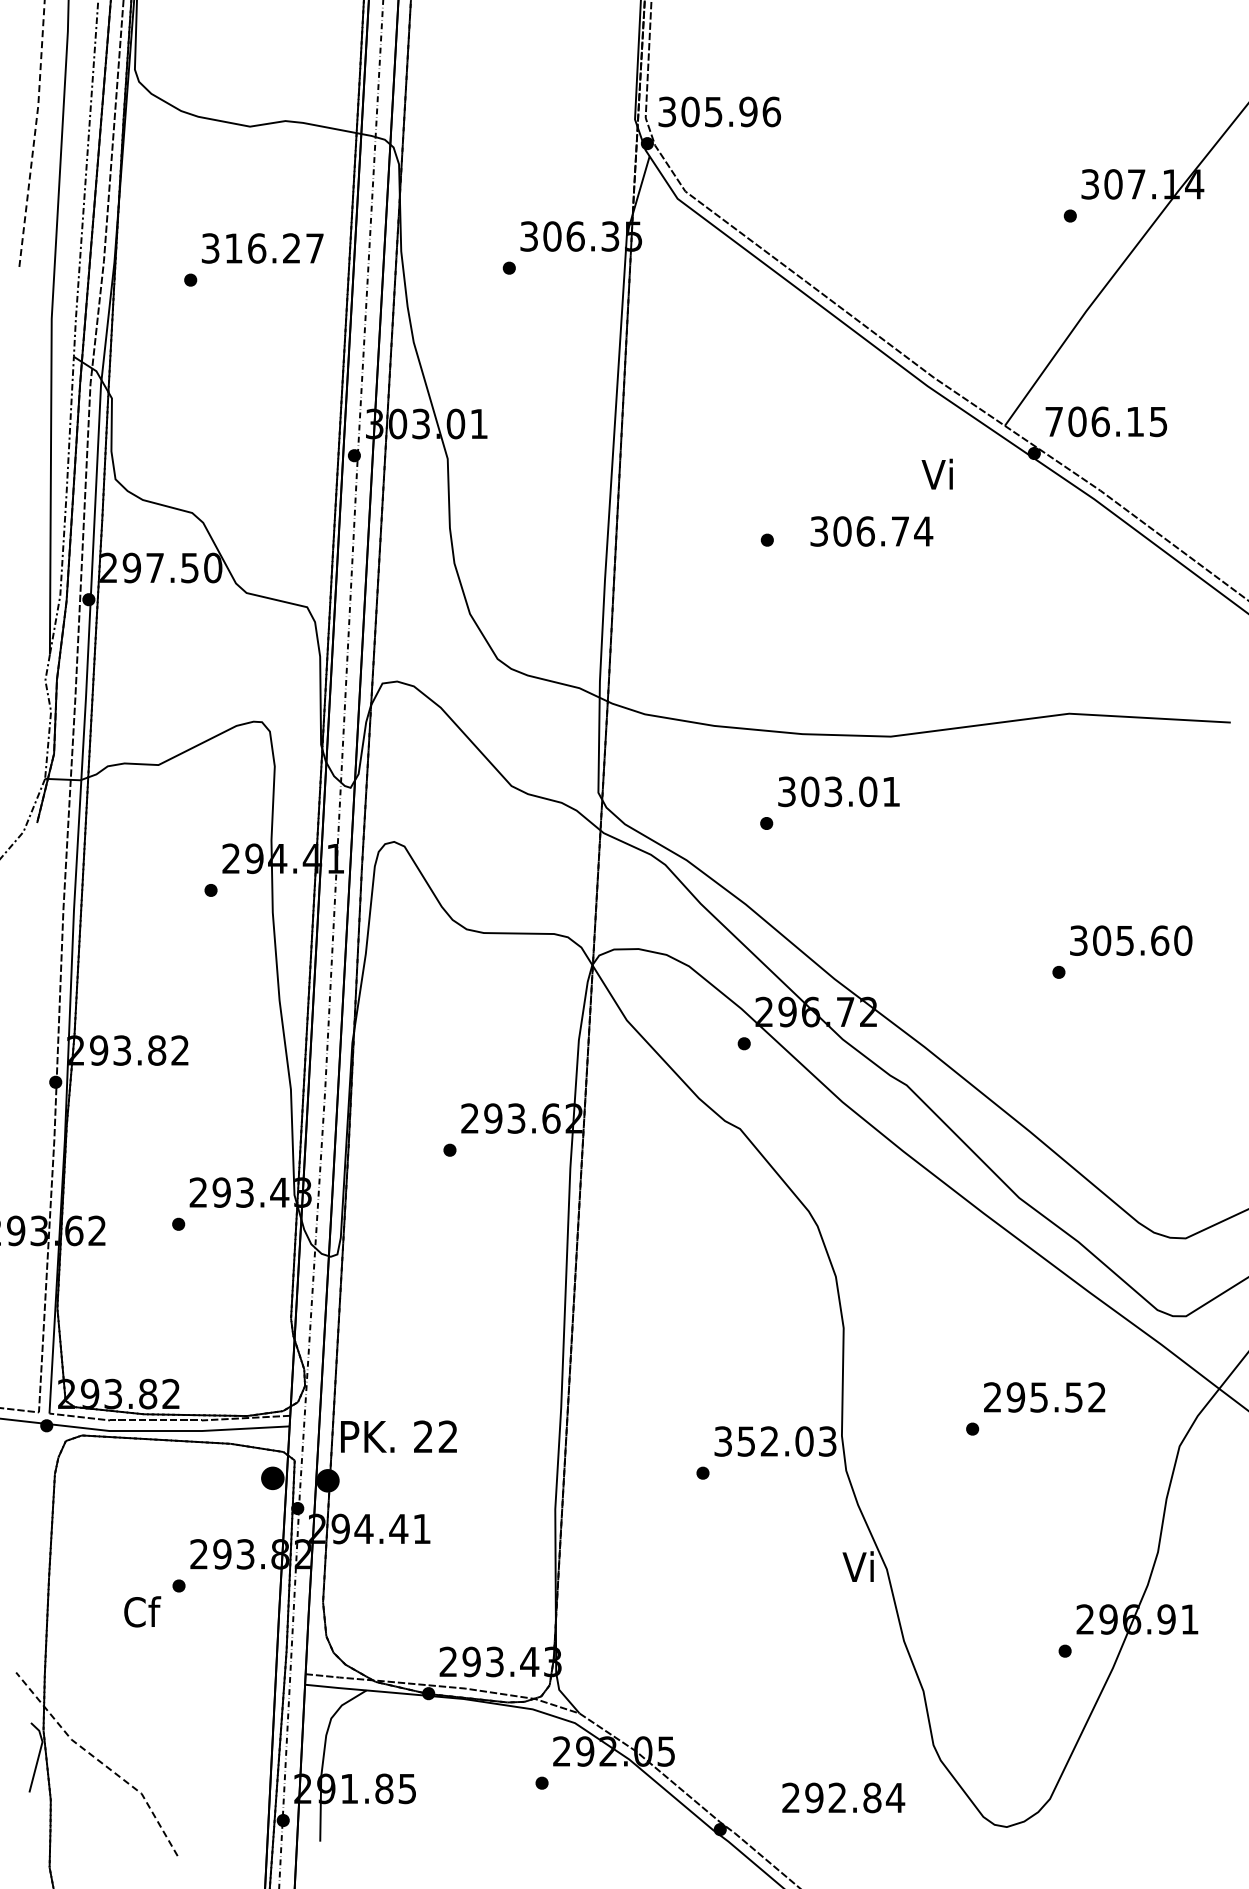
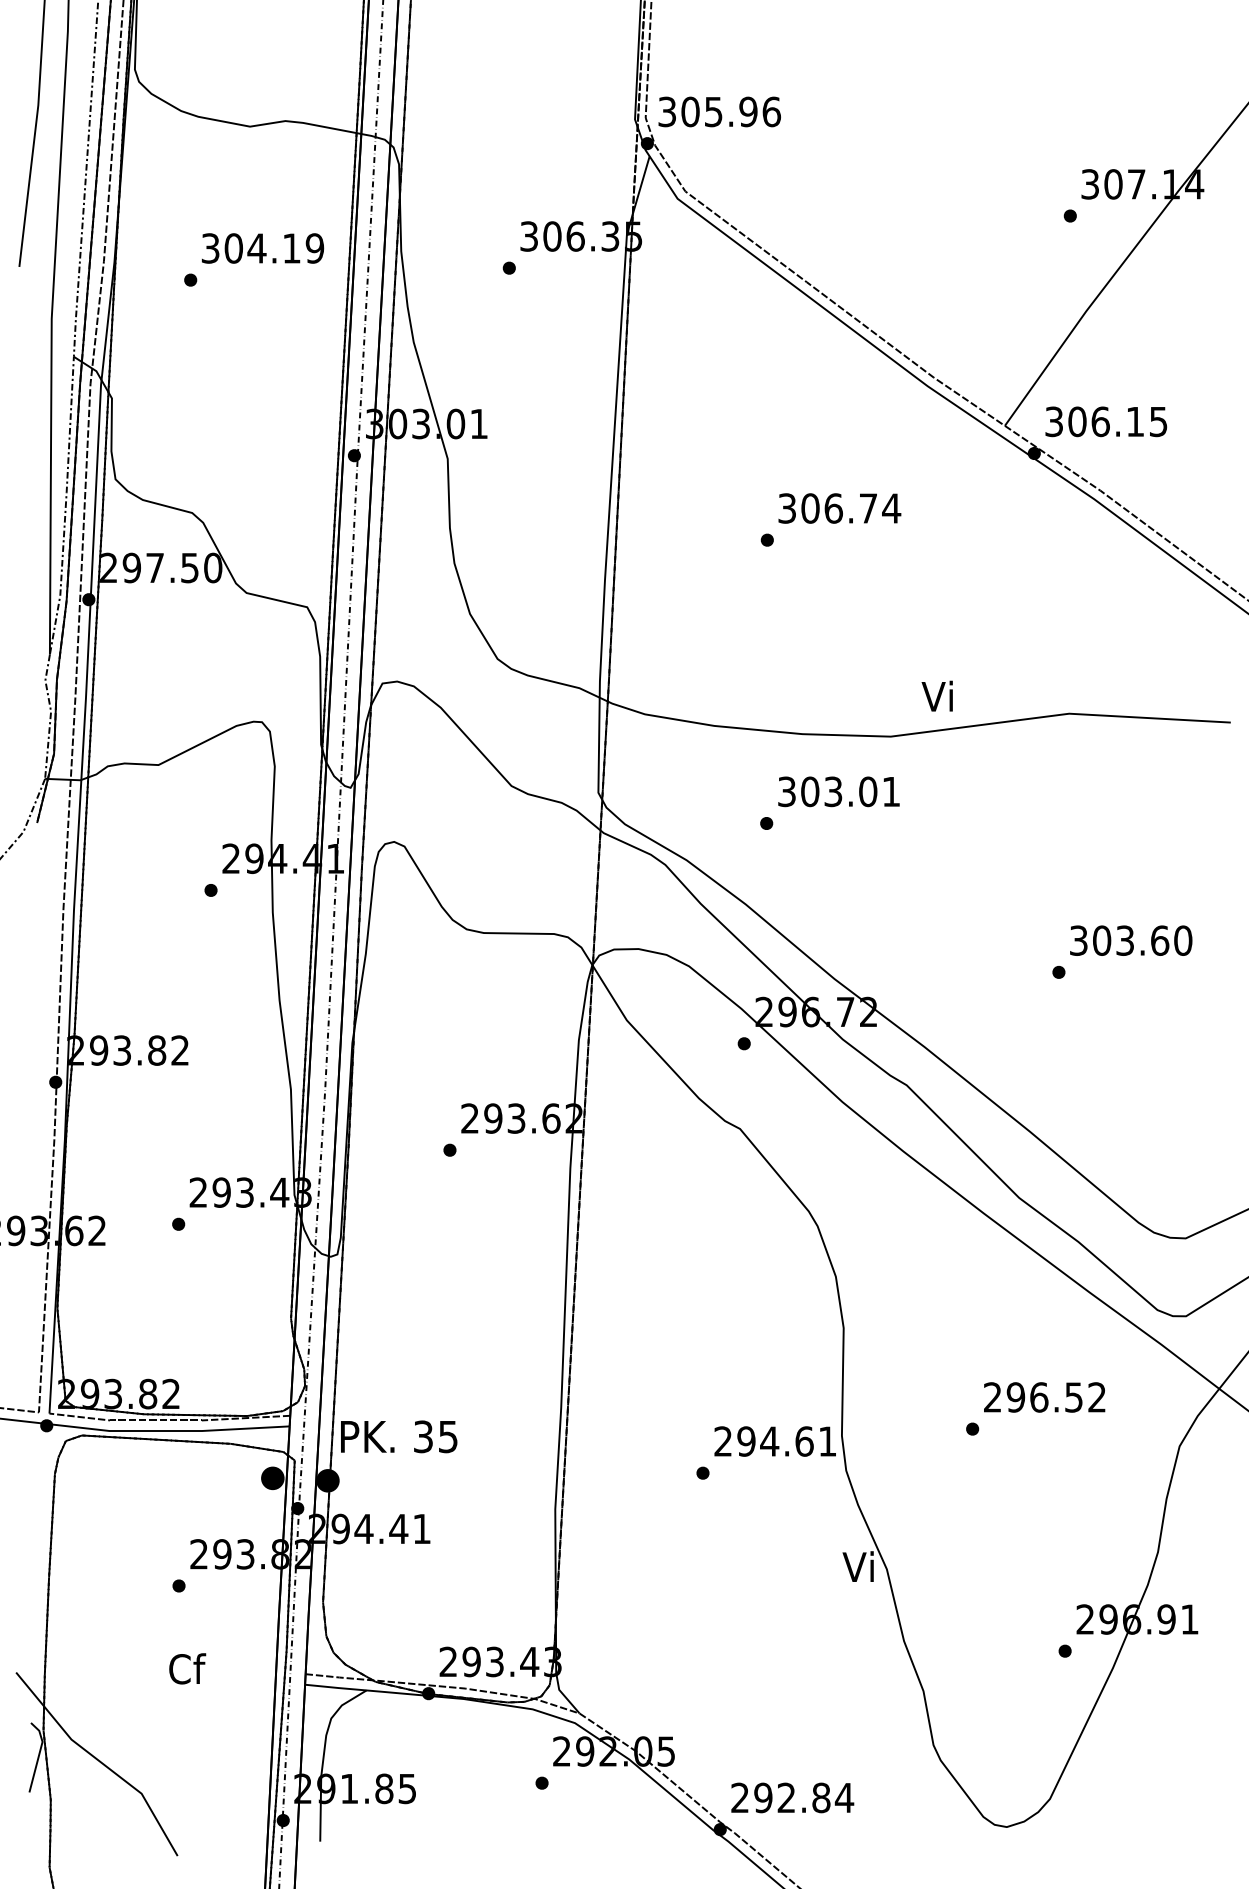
line at (35, 133): dashed -> solid
text at (274, 248): 316.27 -> 304.19
text at (1053, 421): 706.15 -> 306.15
text at (936, 473) position: (936, 473) -> (936, 695)
text at (871, 531) position: (871, 531) -> (839, 508)
text at (1125, 940): 305.60 -> 303.60
text at (1039, 1397): 295.52 -> 296.52
text at (435, 1436): 22 -> 35
text at (775, 1441): 352.03 -> 294.61
text at (142, 1611) position: (142, 1611) -> (187, 1668)
line at (100, 1762): dashed -> solid
text at (843, 1797) position: (843, 1797) -> (792, 1797)
